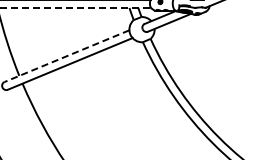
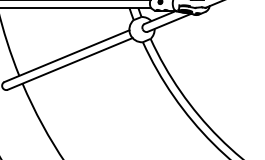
line at (76, 8): dashed -> solid
line at (66, 56): dashed -> solid
